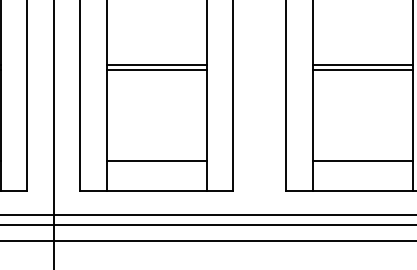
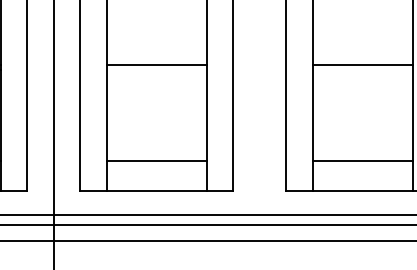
line at (156, 70): present -> none
line at (362, 70): present -> none
